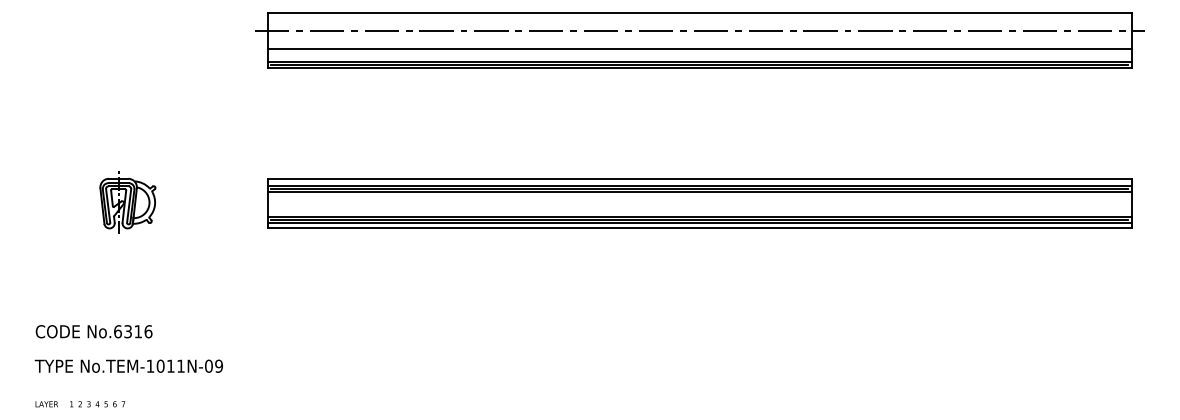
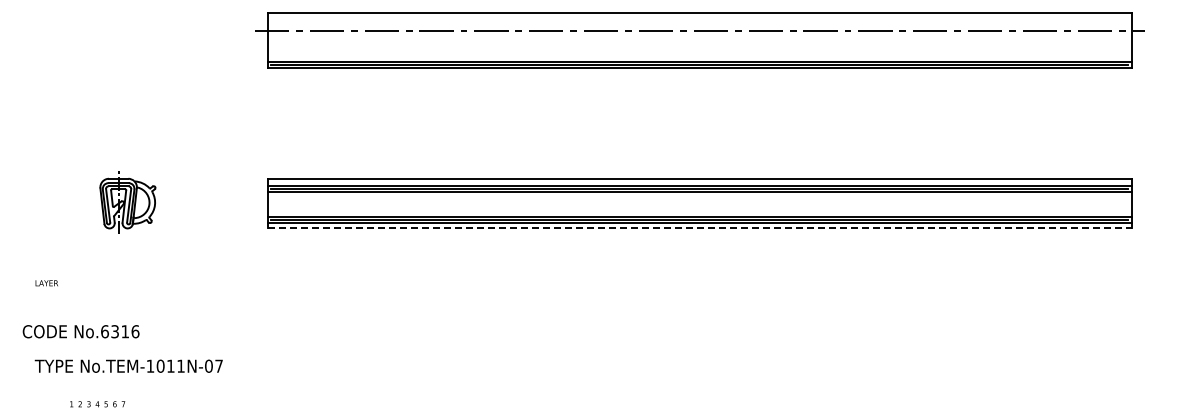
line at (699, 49): present -> none
line at (699, 228): solid -> dashed
text at (93, 331) position: (93, 331) -> (80, 331)
text at (218, 365): No.TEM-1011N-09 -> No.TEM-1011N-07
text at (46, 404) position: (46, 404) -> (46, 283)
